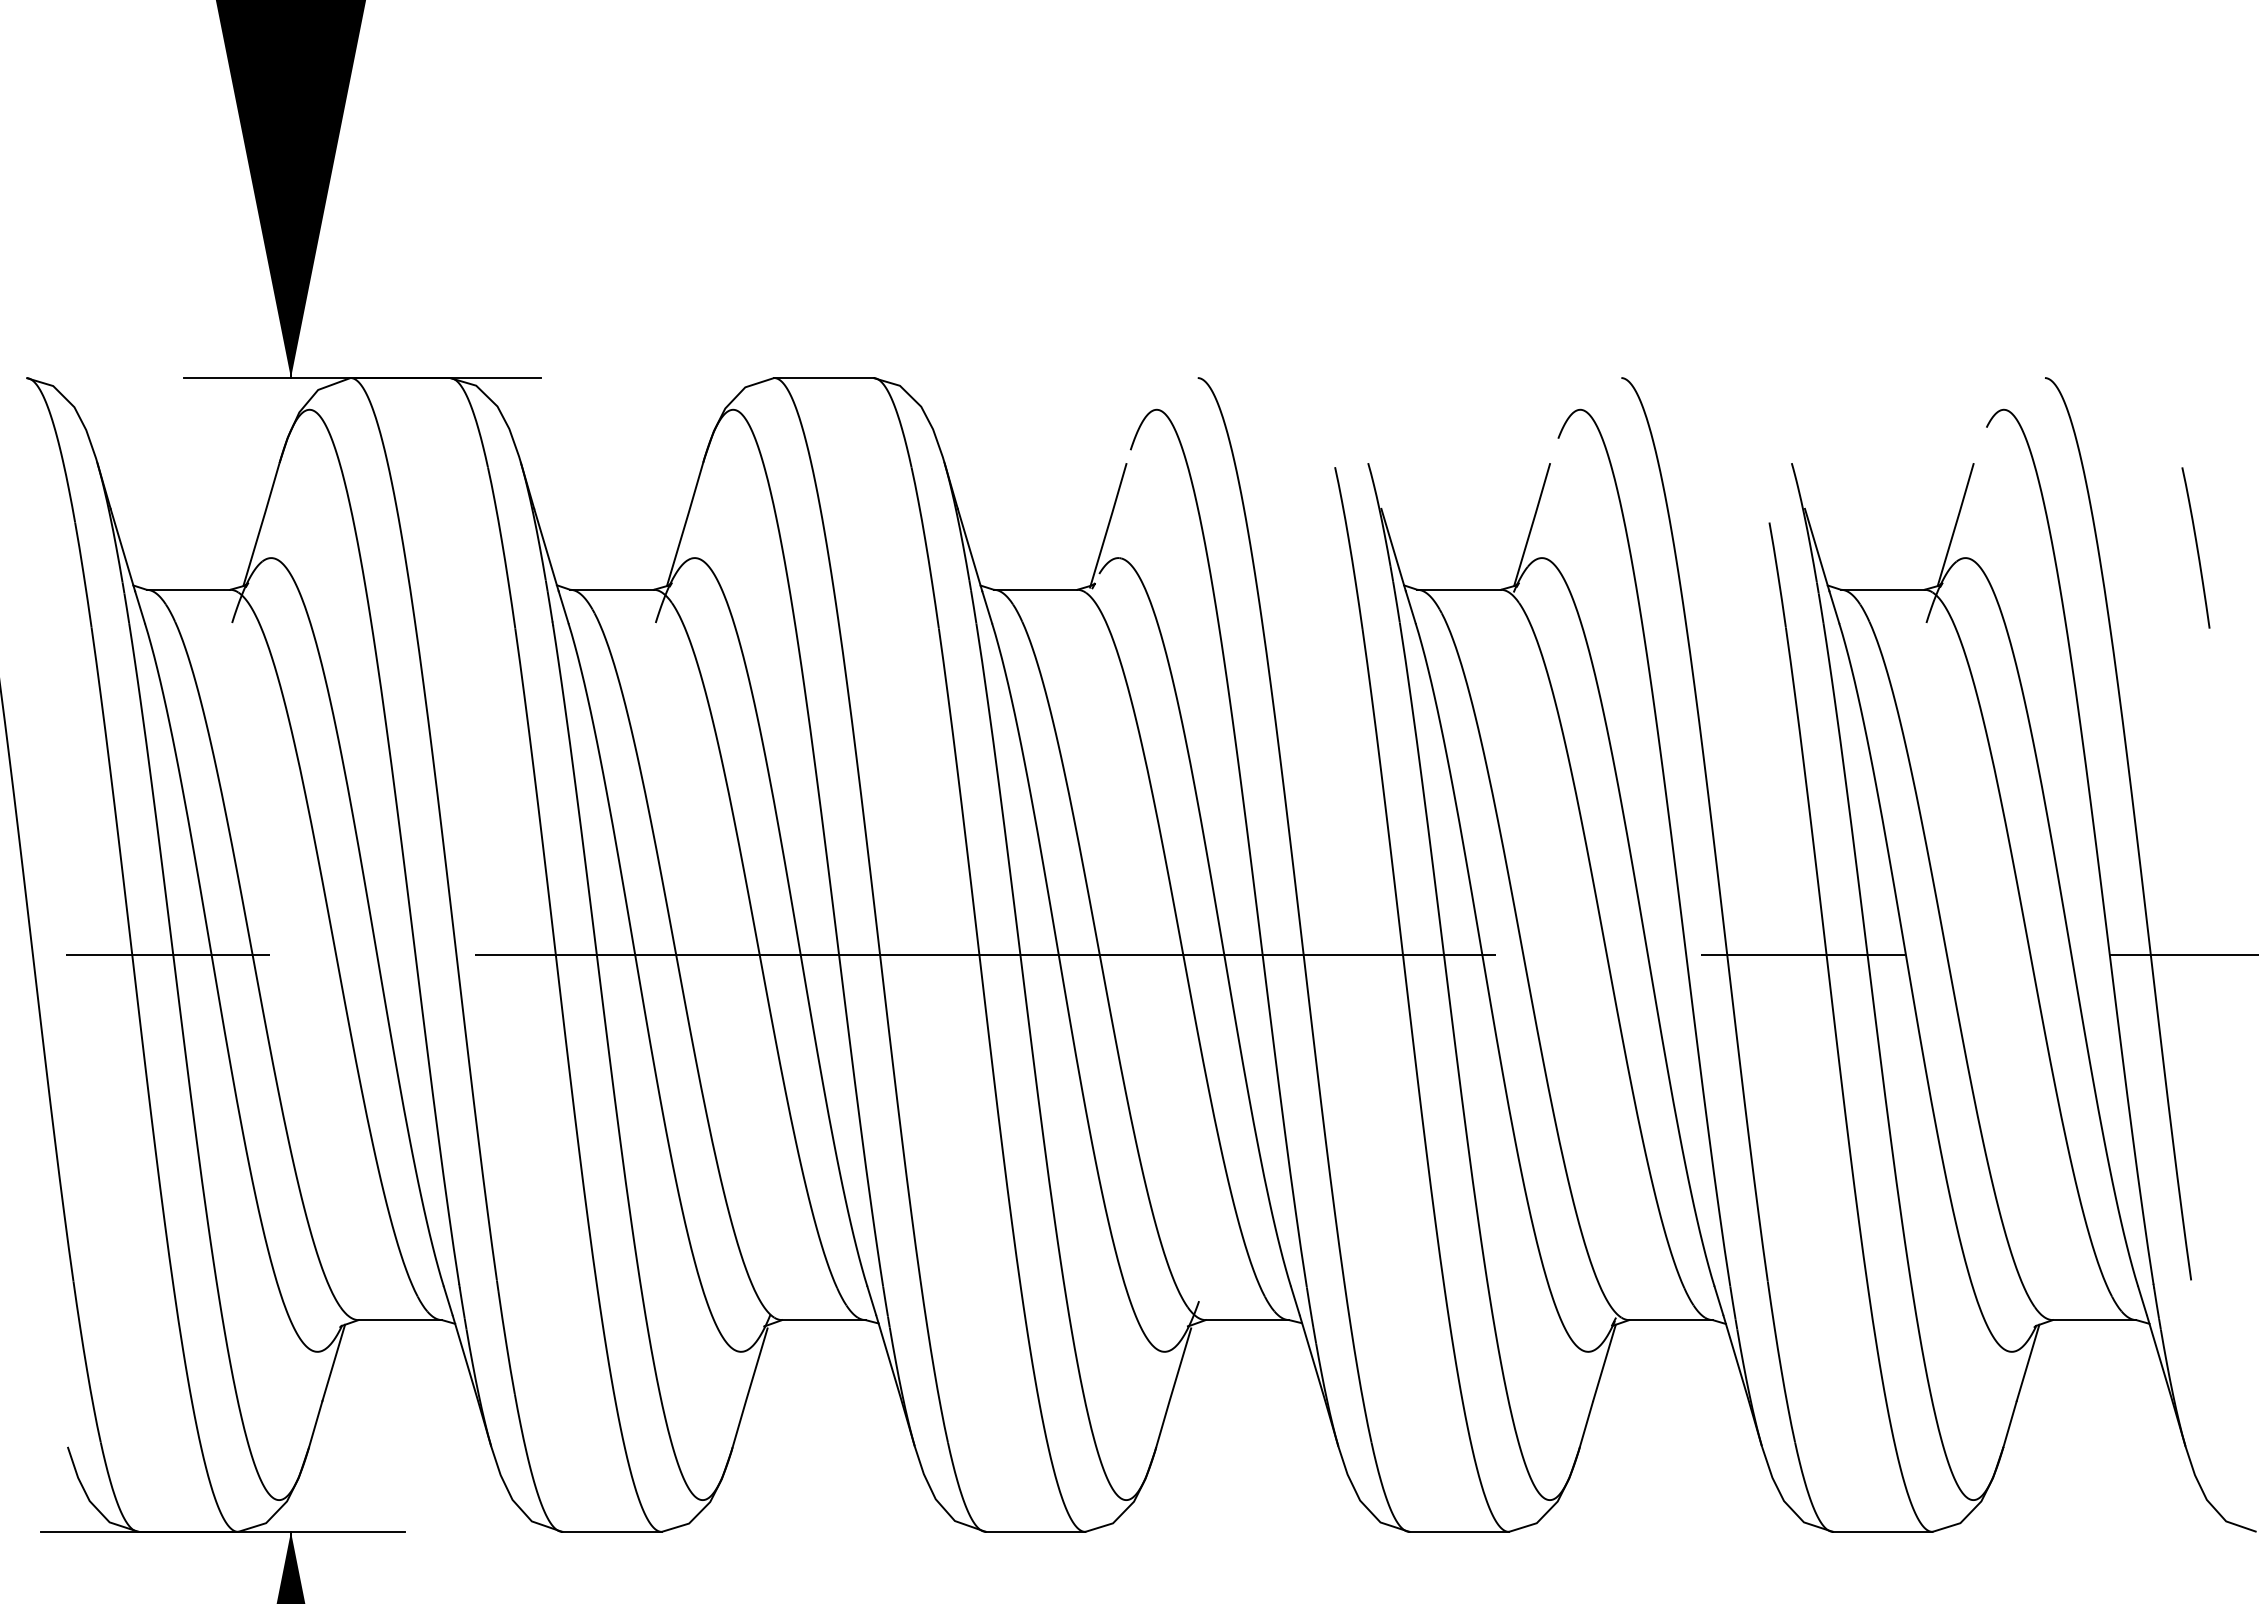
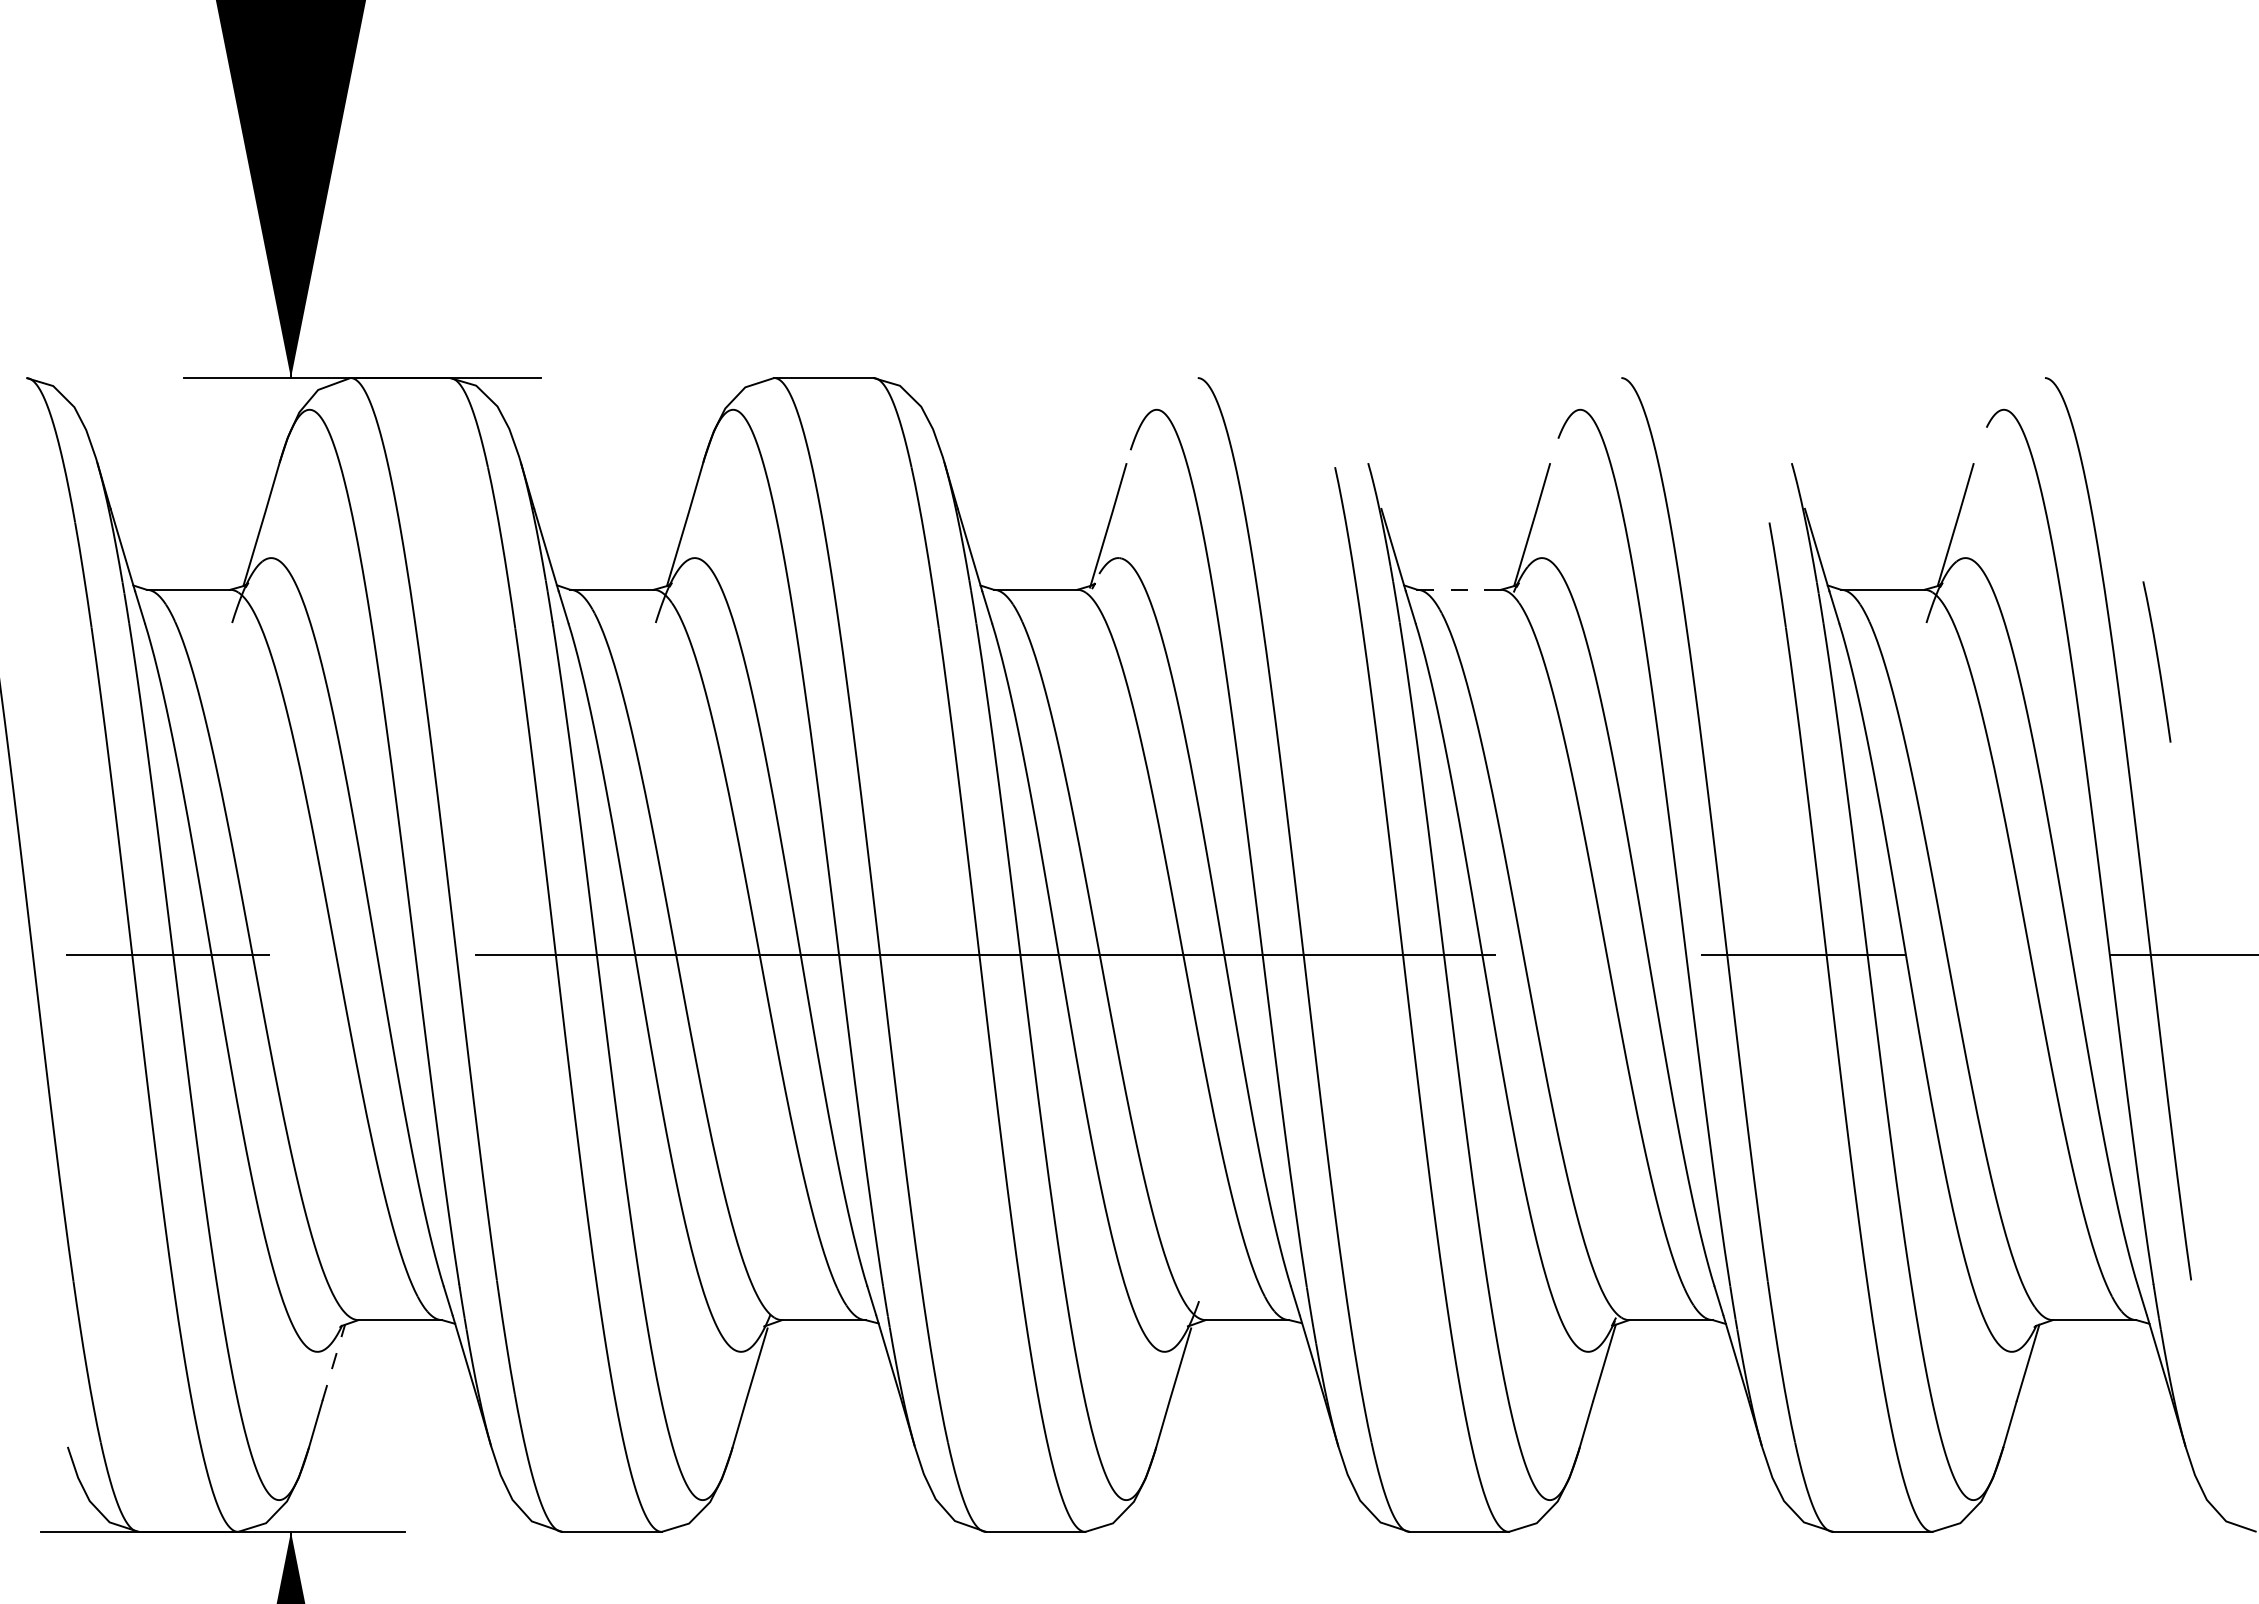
curve at (2196, 547) position: (2196, 547) -> (2157, 661)
line at (1459, 589): solid -> dashed
line at (333, 1362): solid -> dashed
